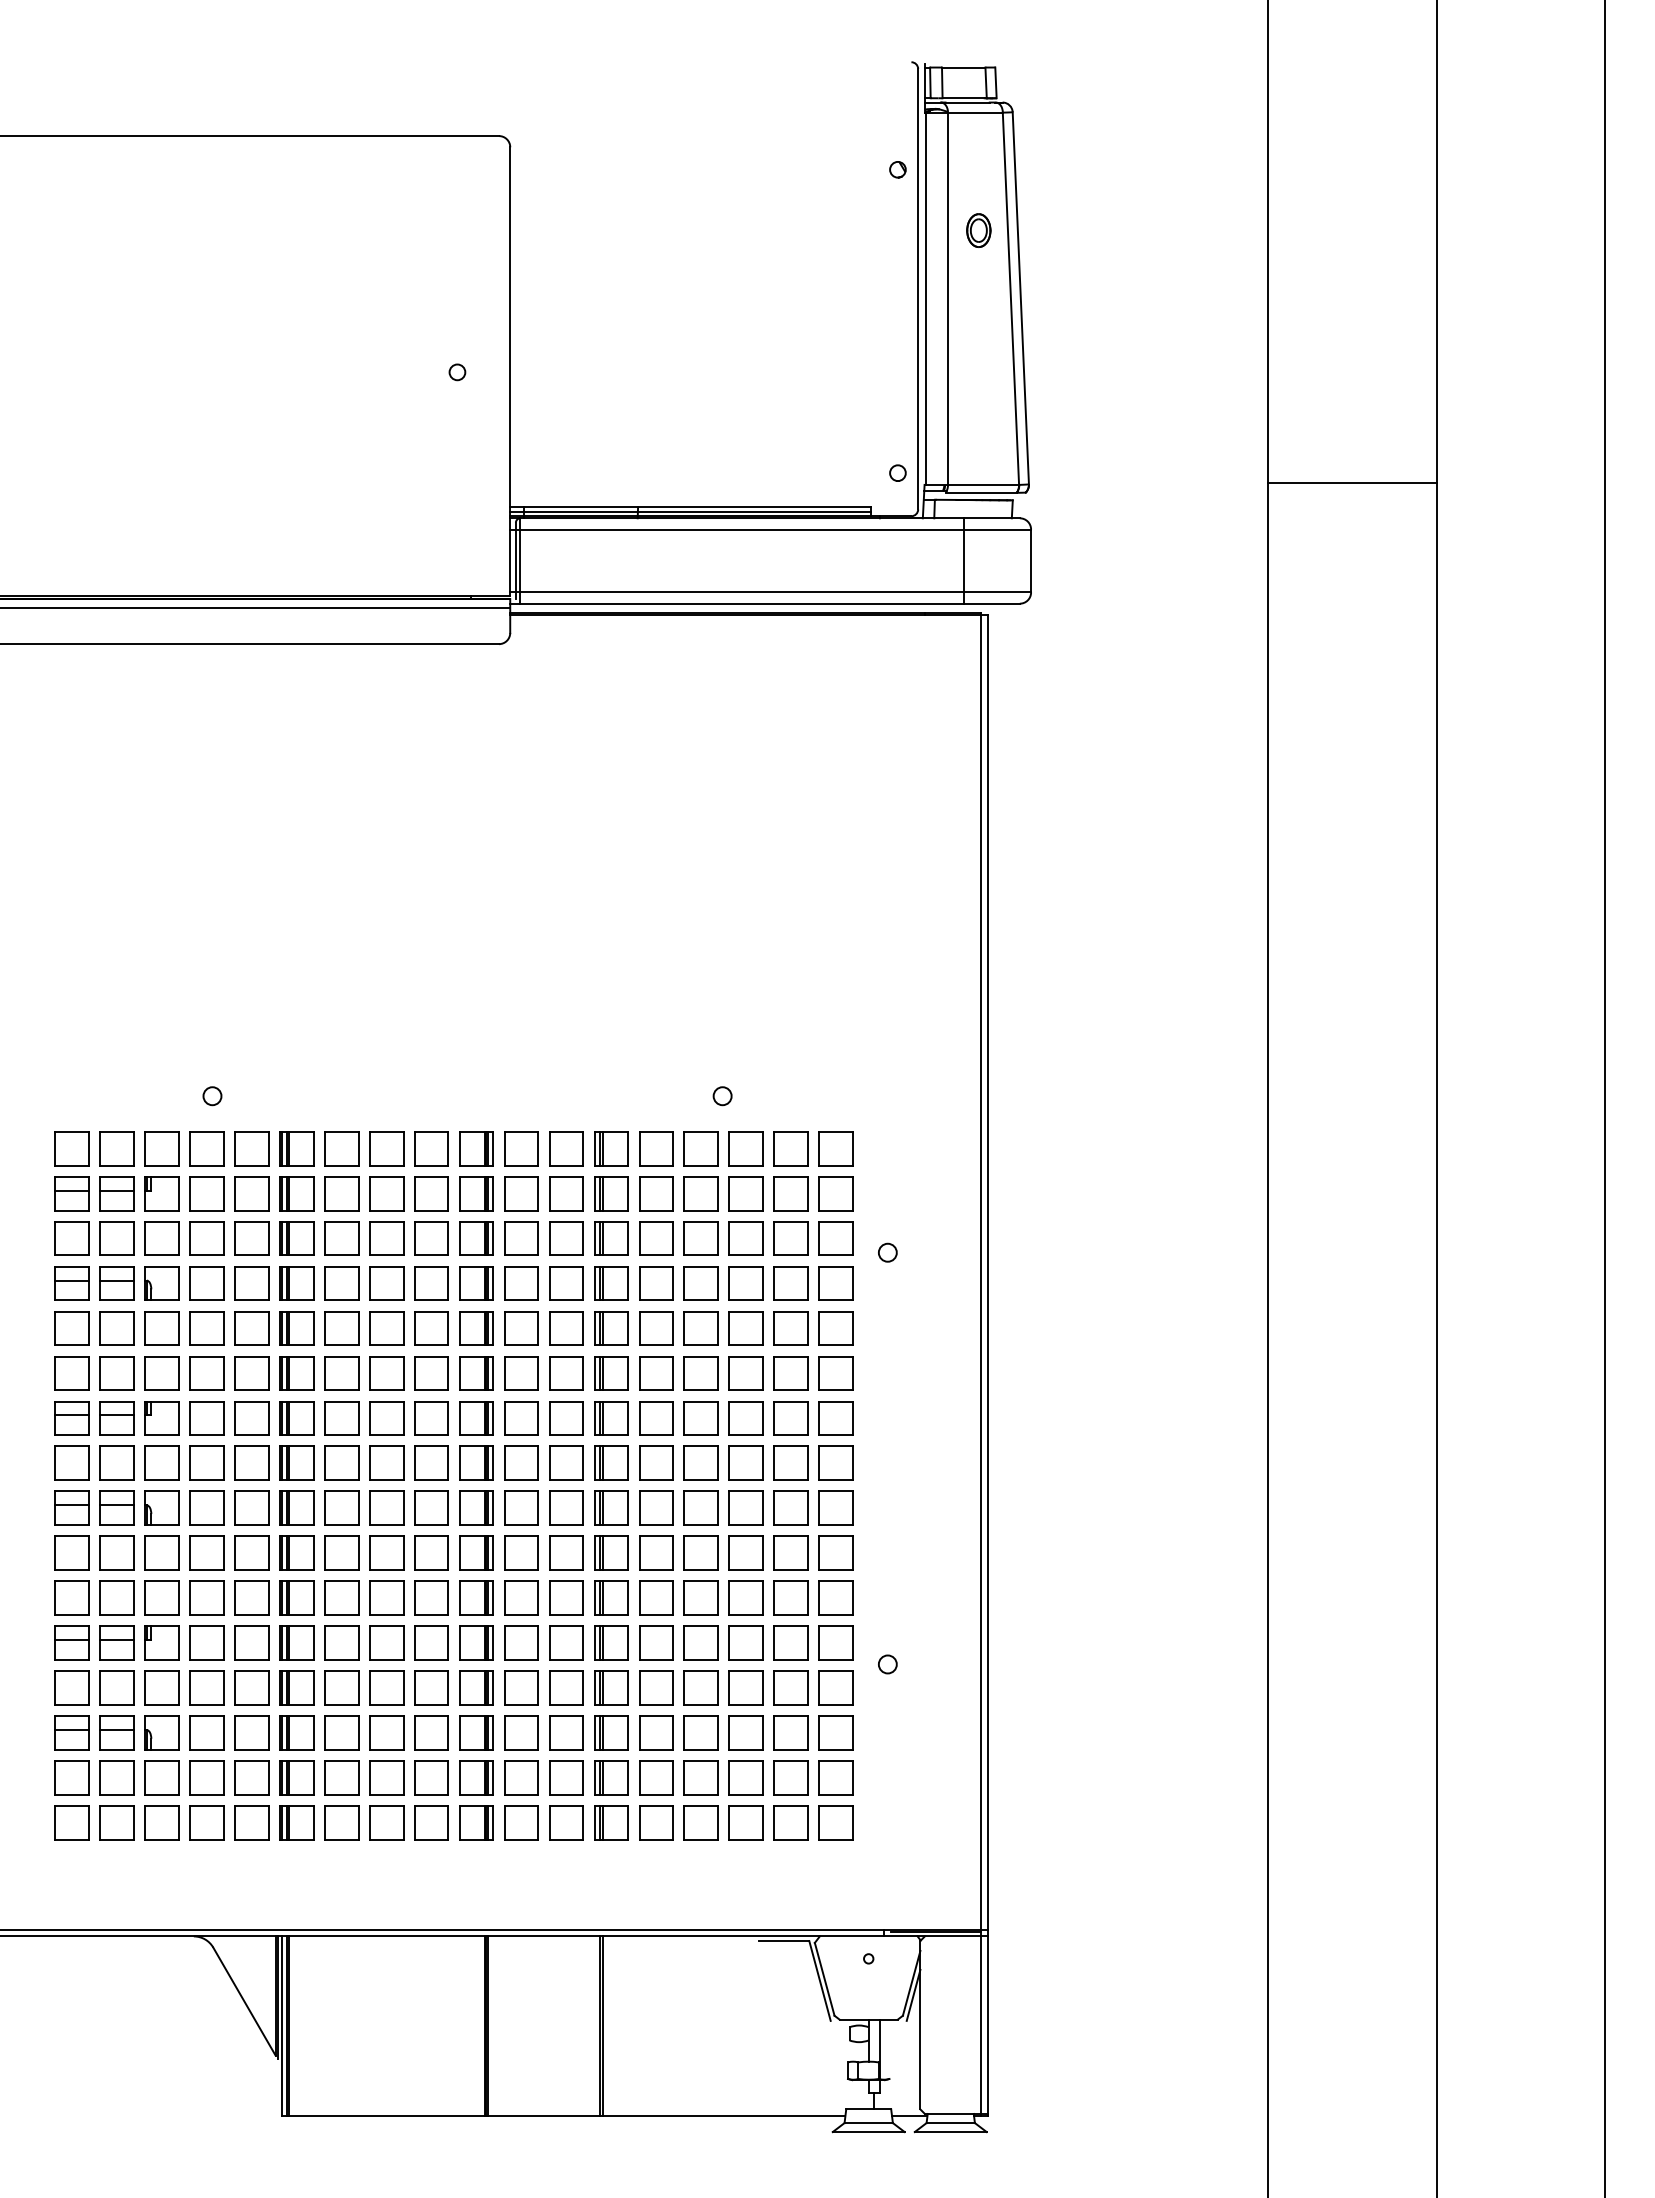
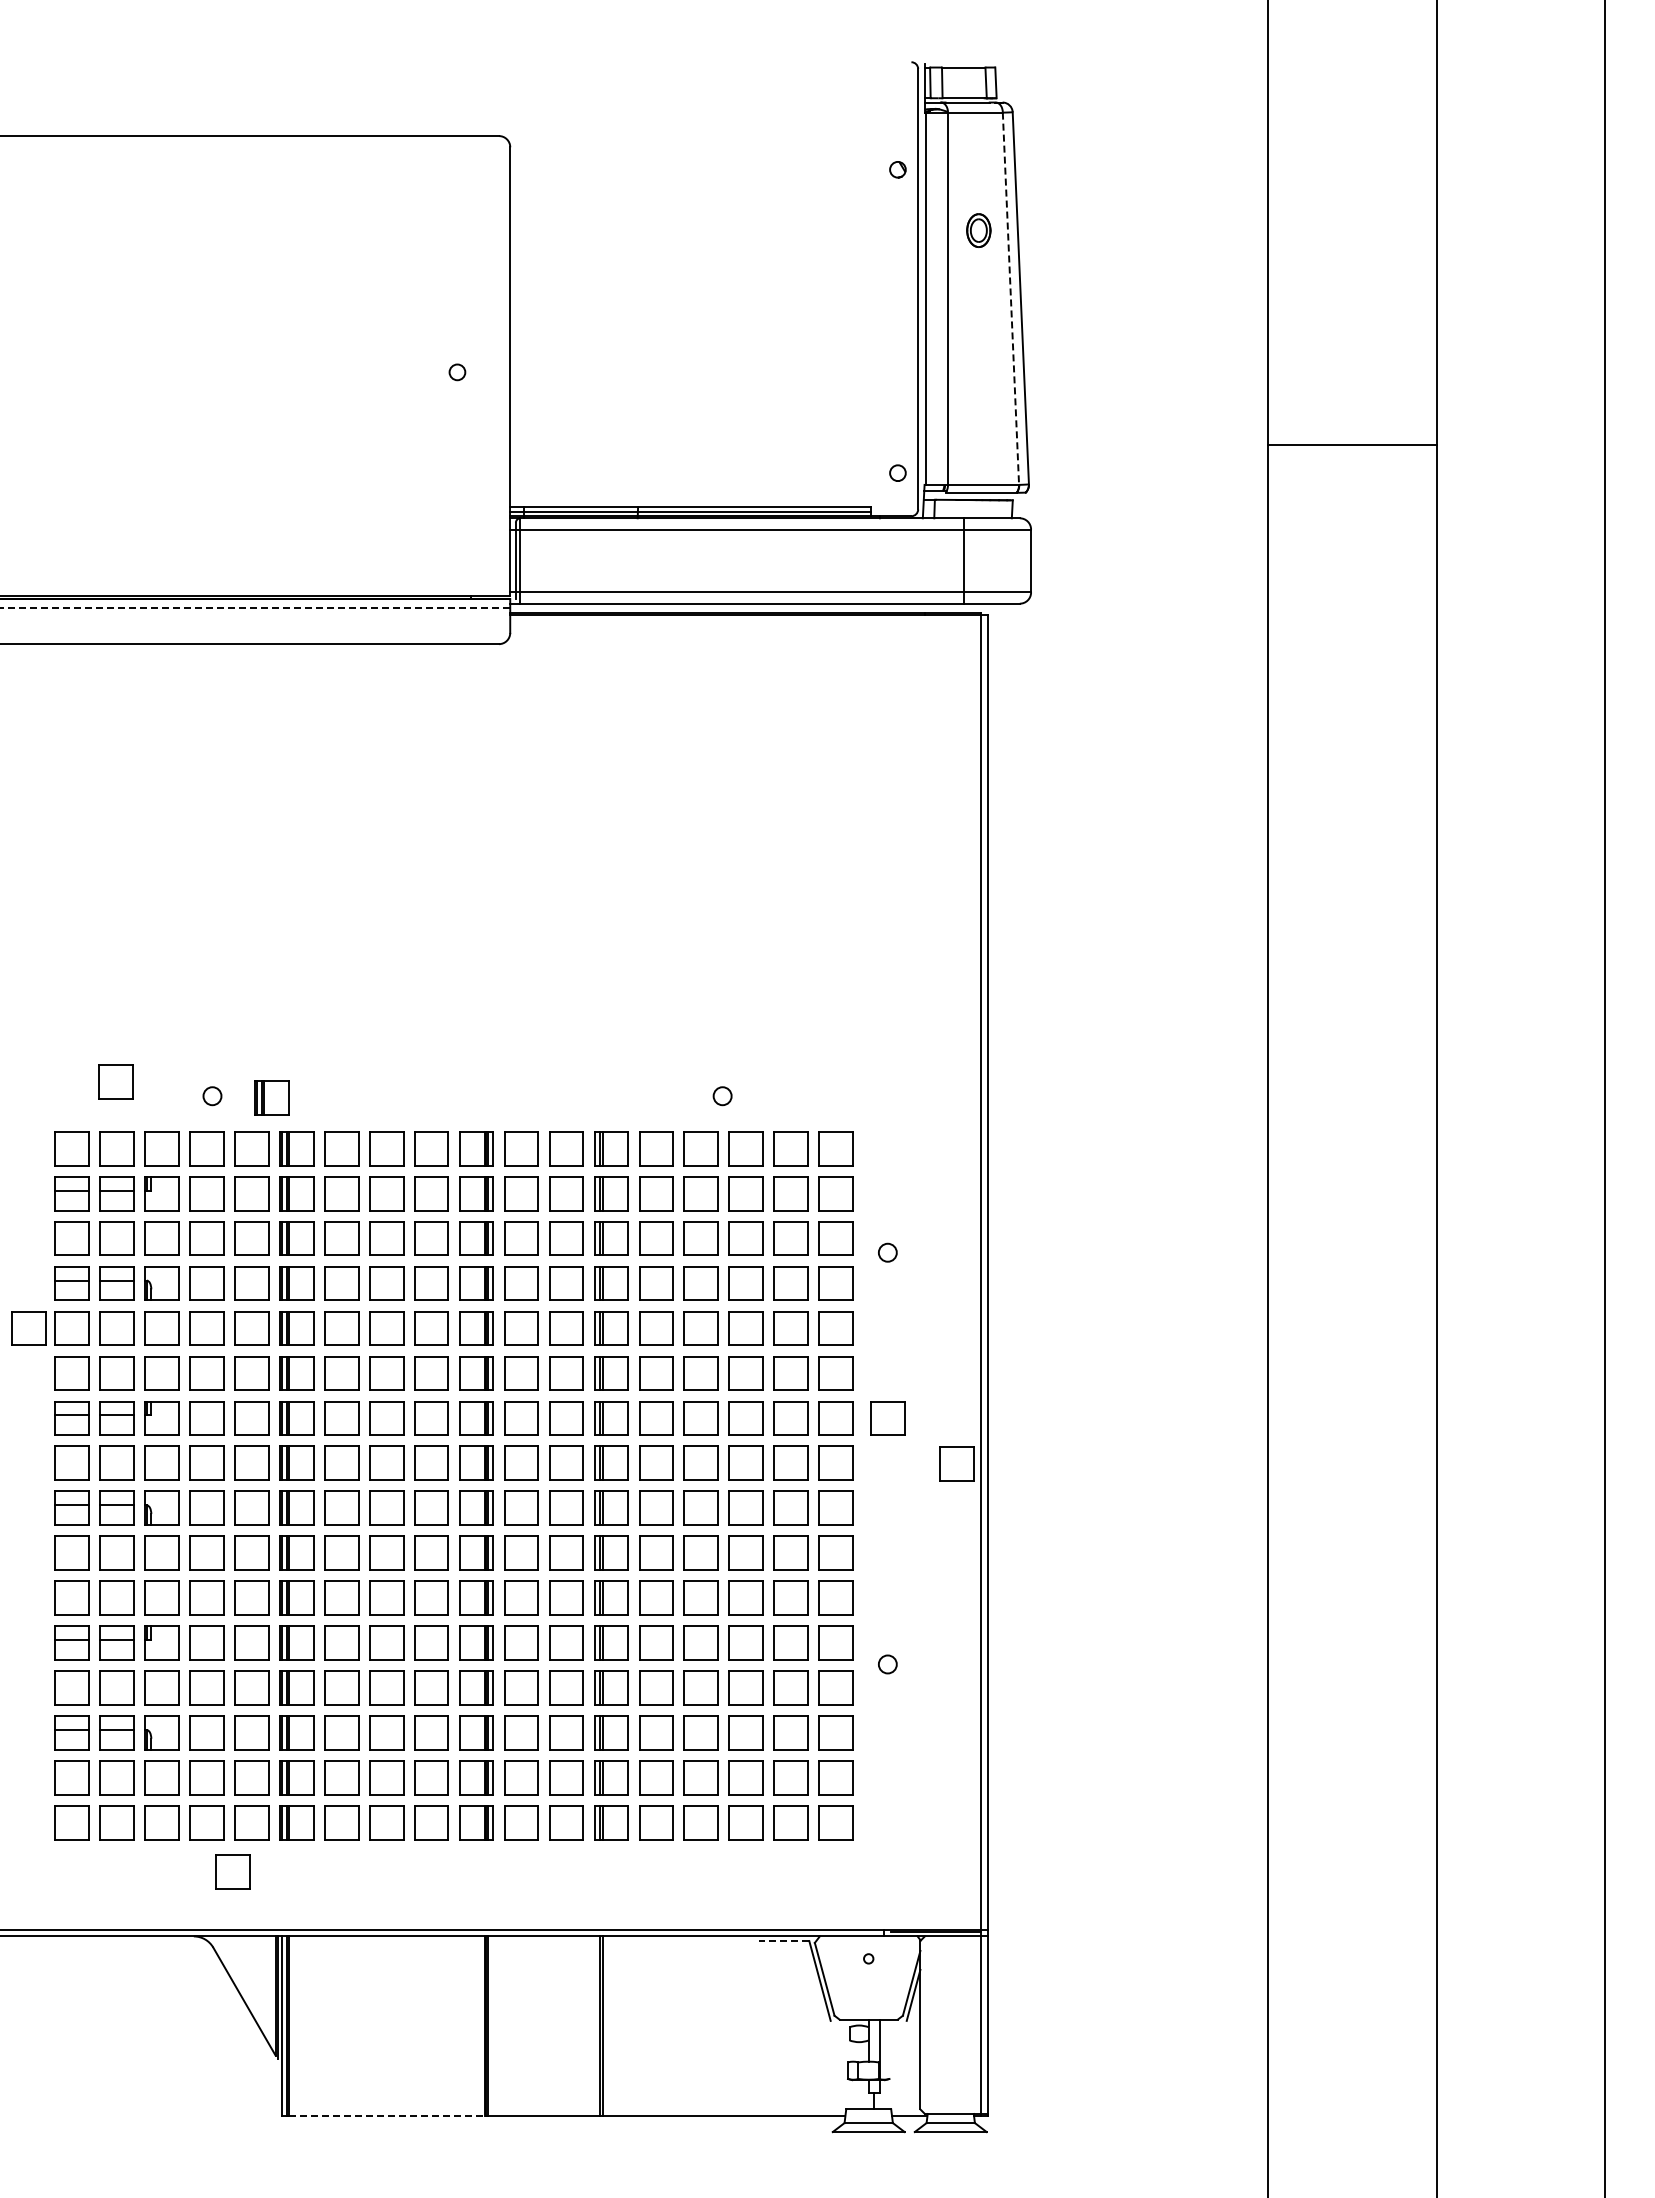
line at (1010, 299): solid -> dashed
line at (1352, 482) position: (1352, 482) -> (1352, 444)
line at (255, 608): solid -> dashed
part at (115, 1081): none -> present
part at (271, 1097): none -> present
part at (28, 1328): none -> present
part at (887, 1418): none -> present
part at (956, 1463): none -> present
part at (232, 1871): none -> present
line at (783, 1940): solid -> dashed
line at (386, 2116): solid -> dashed
